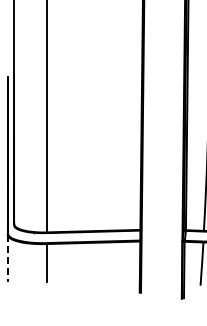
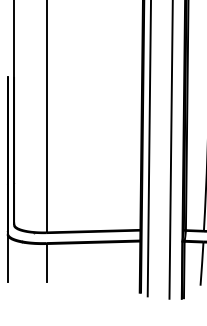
line at (148, 149): none -> present
line at (170, 150): none -> present
line at (7, 258): dashed -> solid
